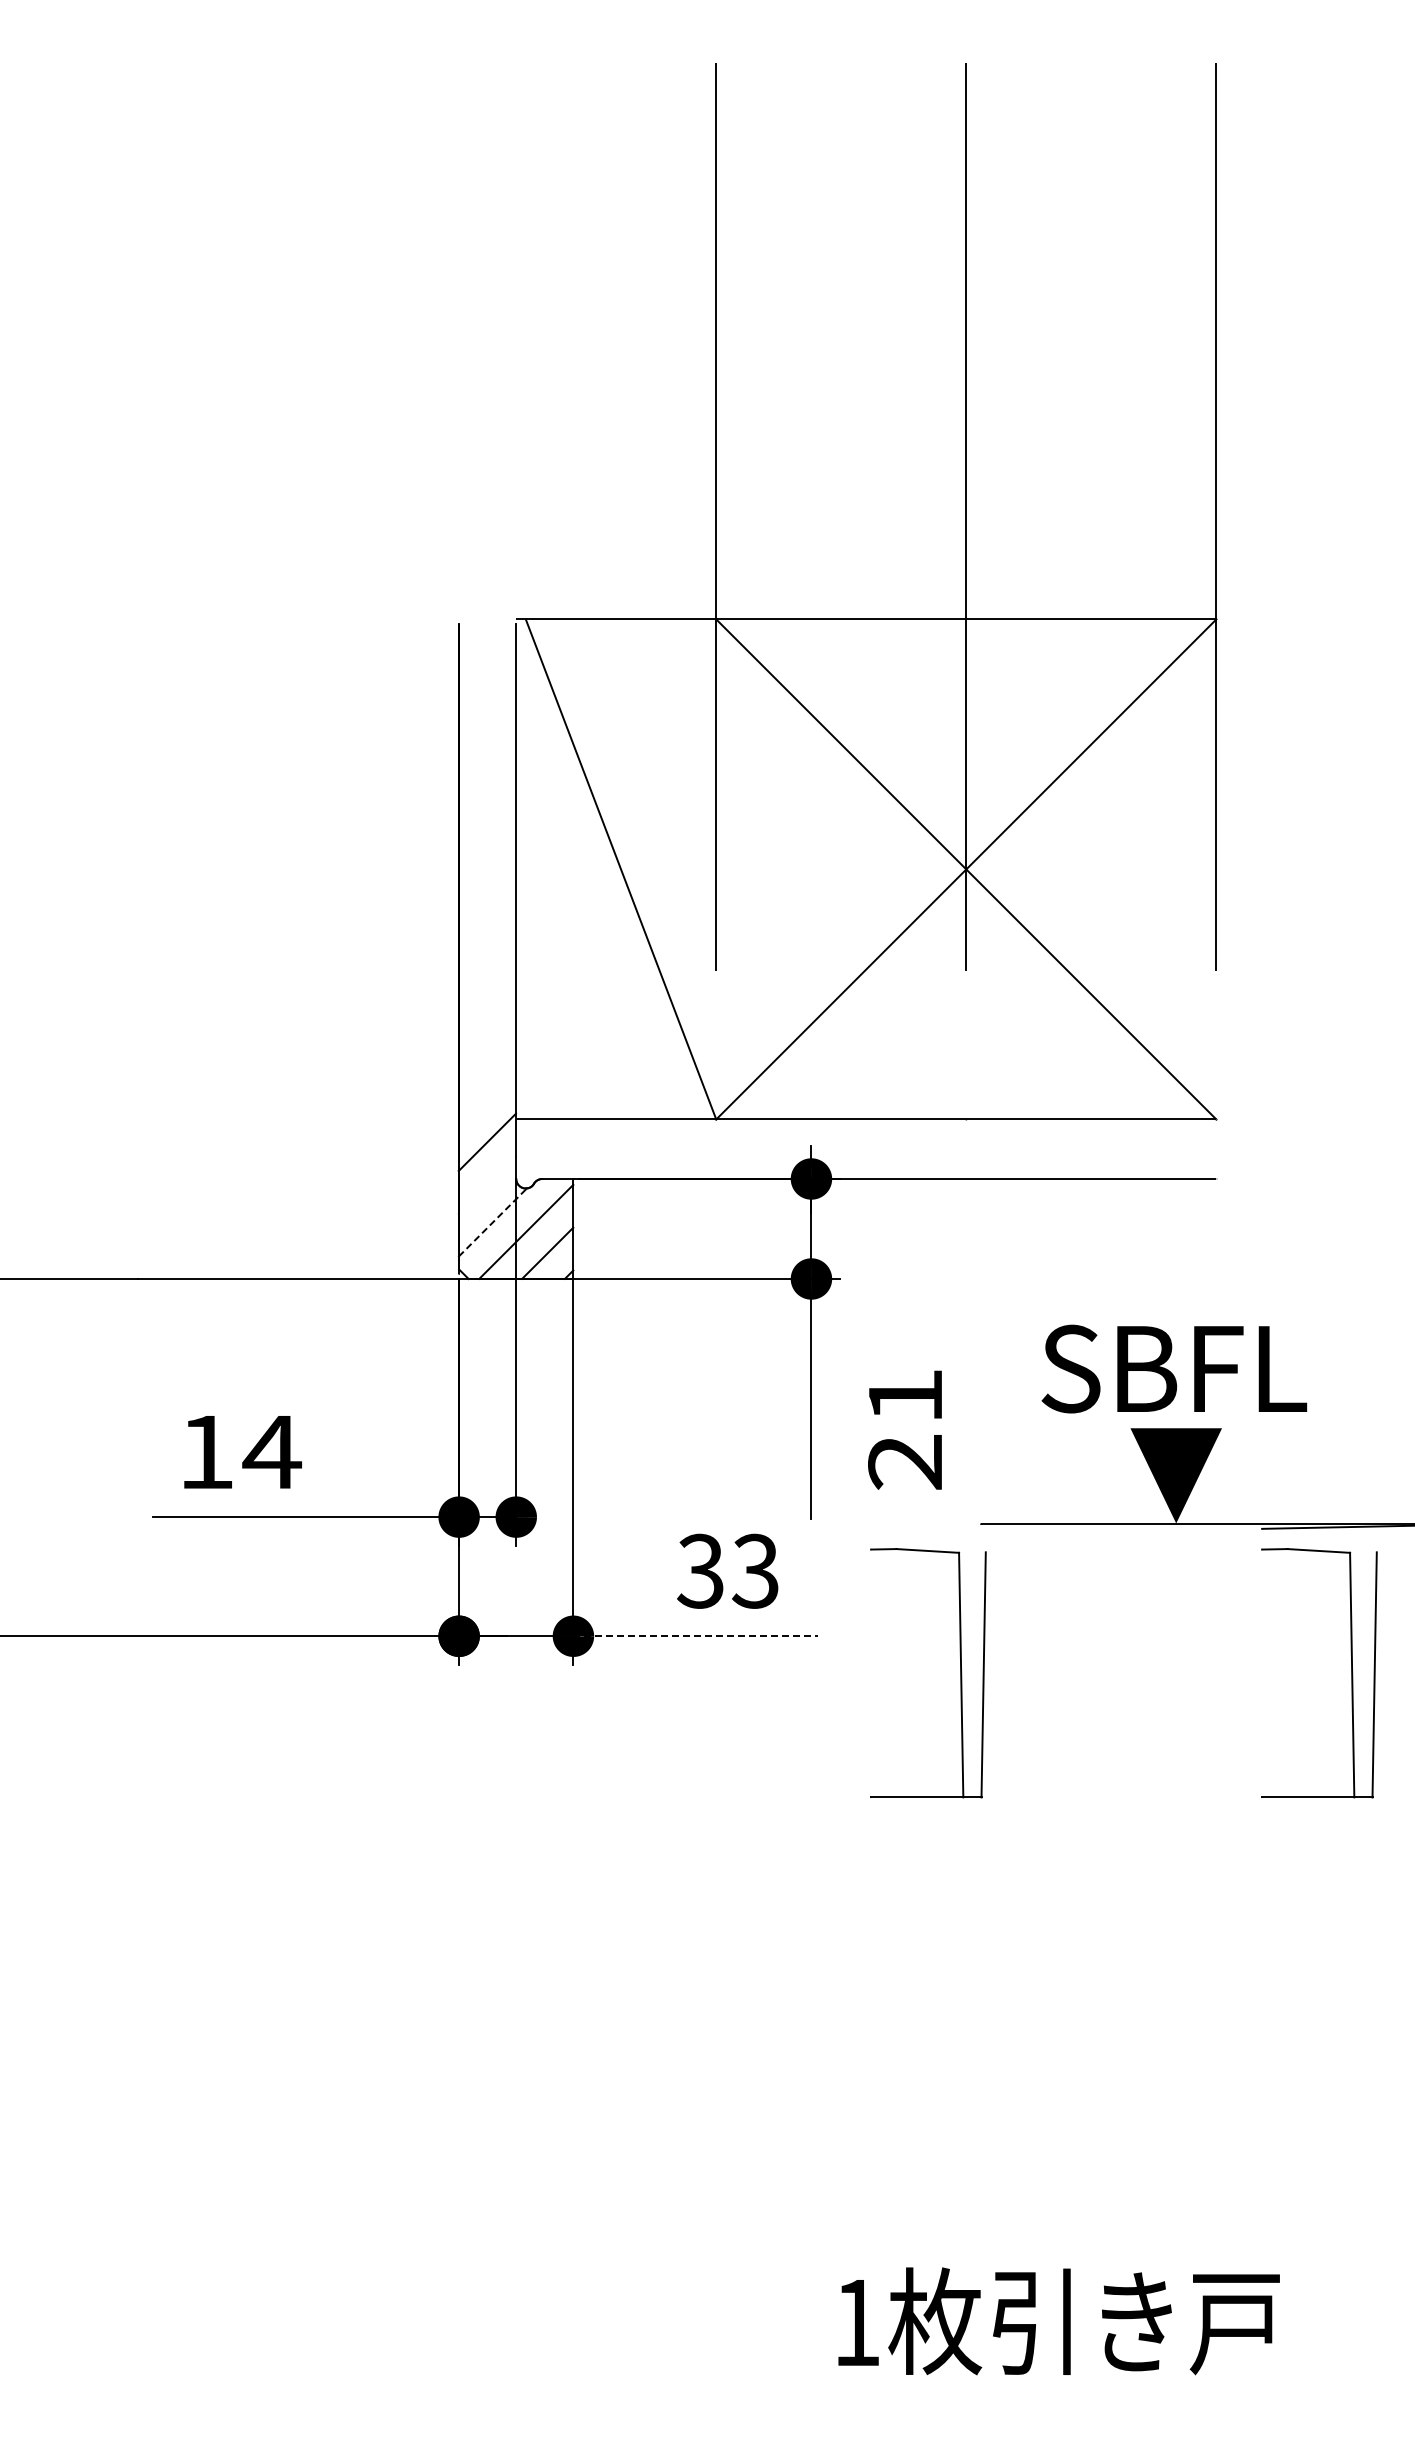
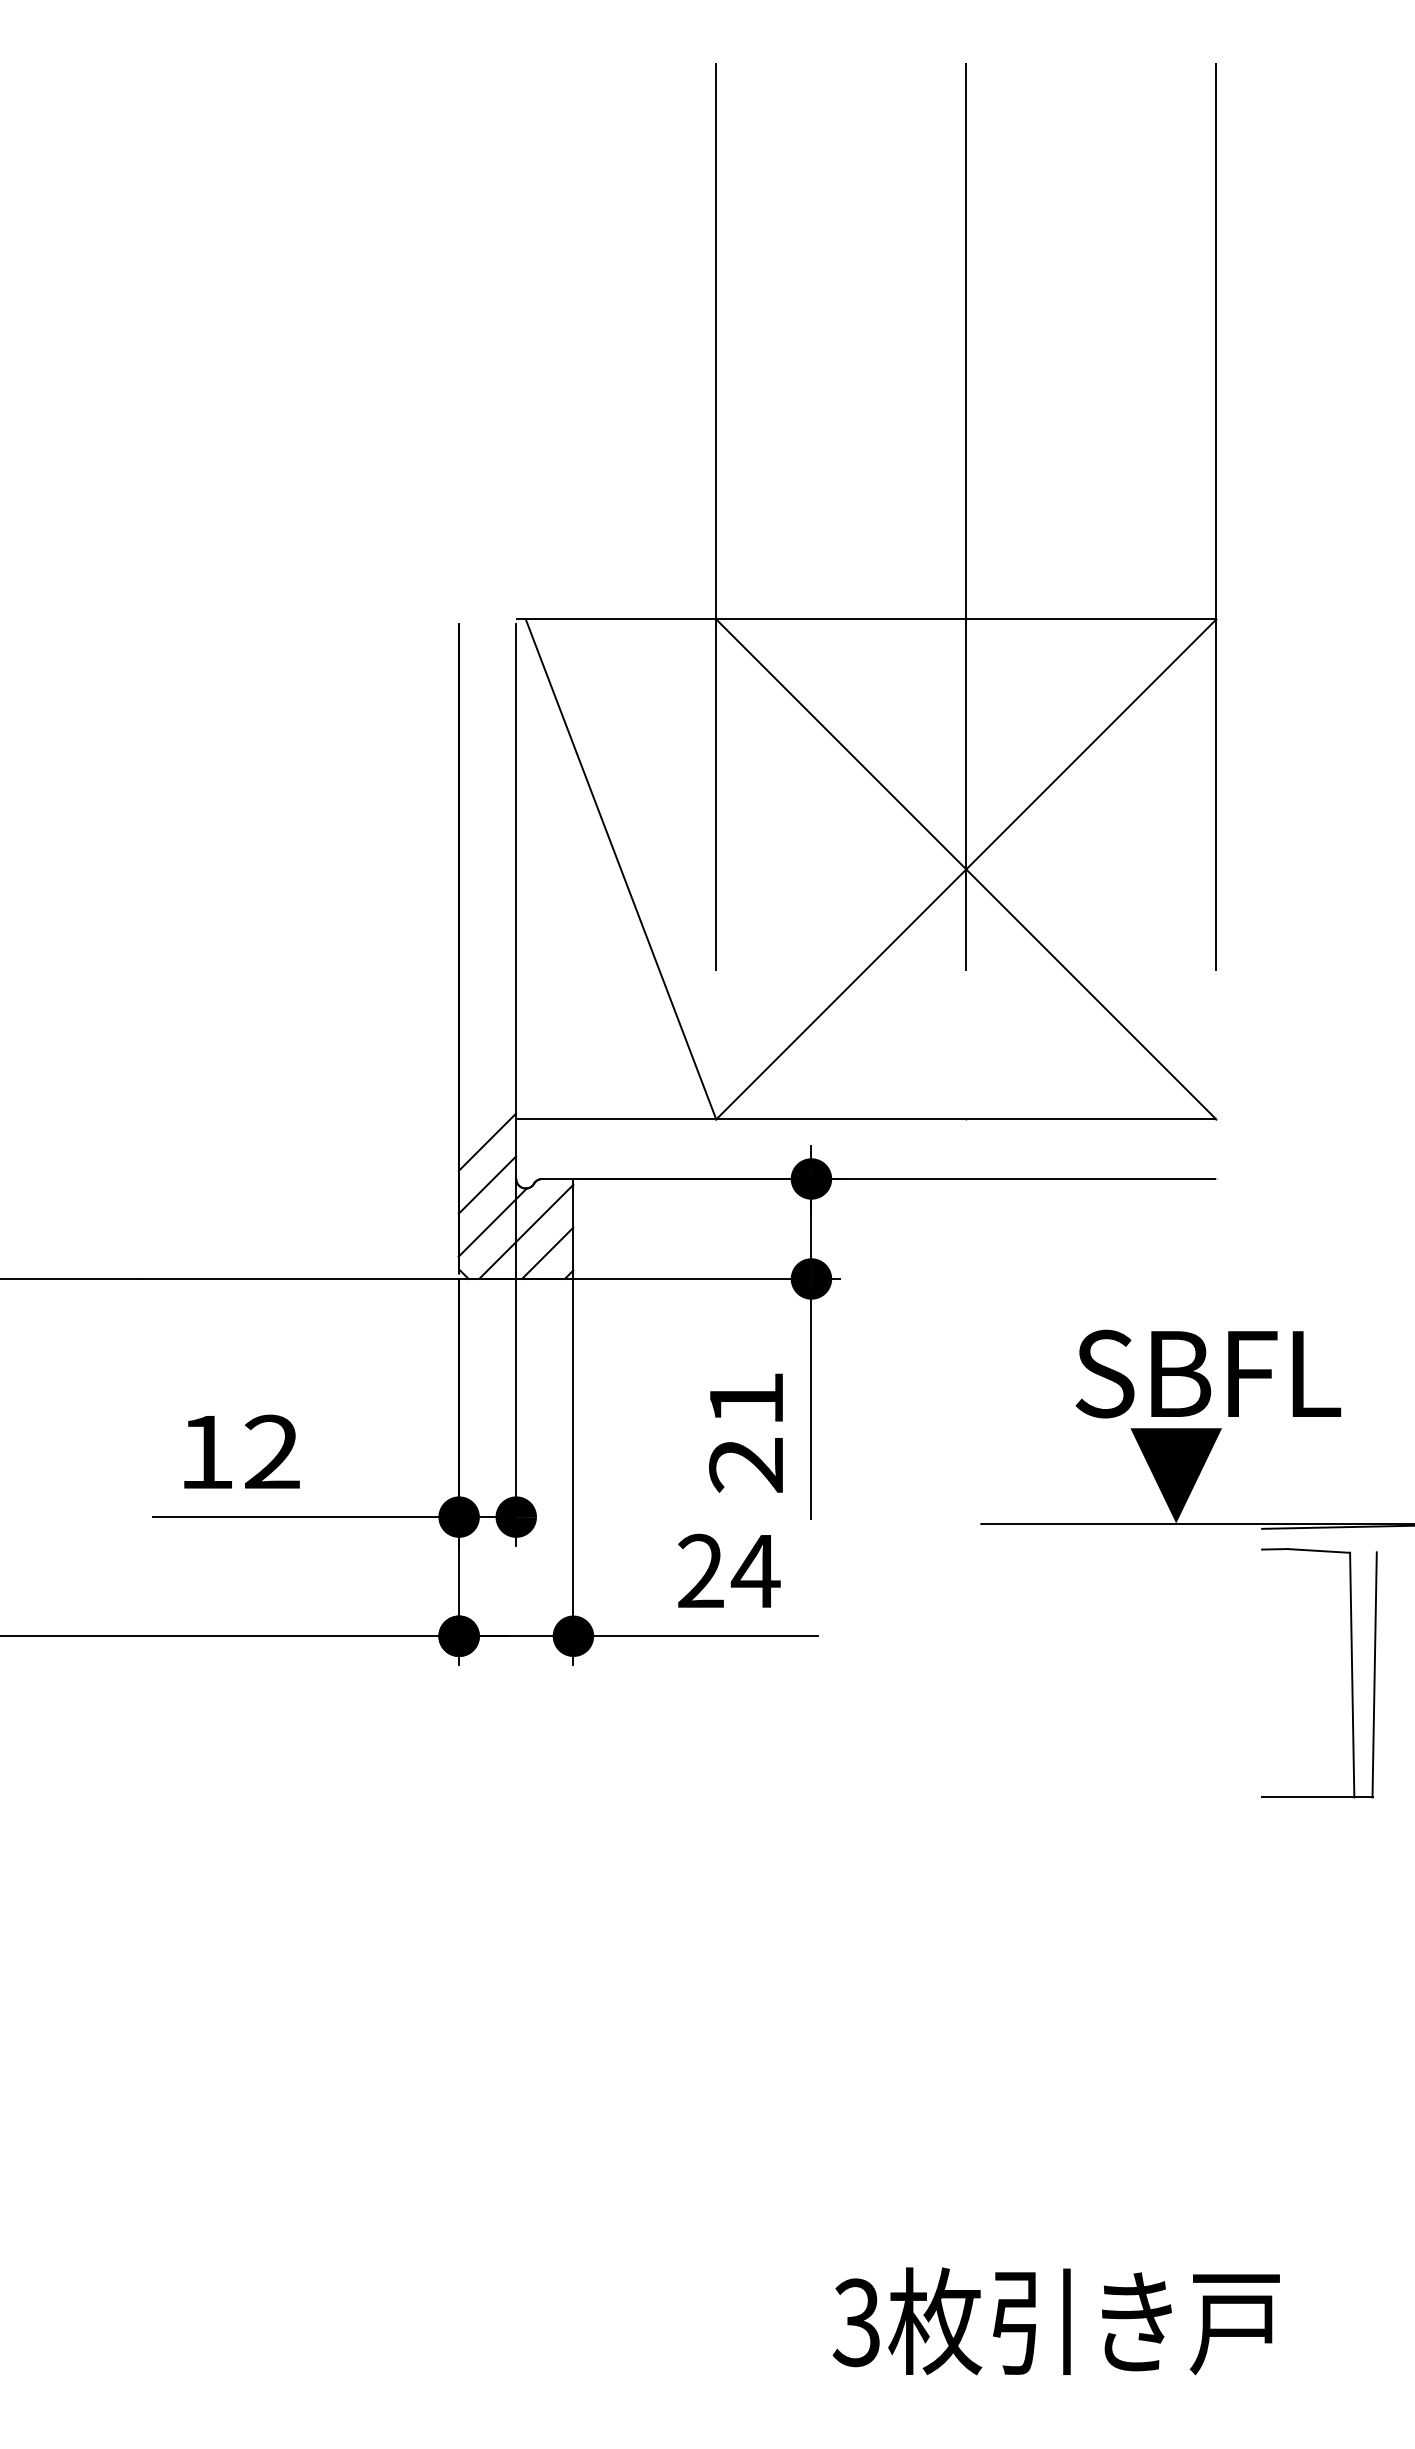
line at (486, 1184): none -> present
line at (493, 1222): dashed -> solid
text at (1174, 1368) position: (1174, 1368) -> (1208, 1373)
text at (904, 1429) position: (904, 1429) -> (745, 1432)
text at (272, 1451): 14 -> 12
text at (728, 1570): 33 -> 24
line at (696, 1636): dashed -> solid
part at (960, 1673): present -> none
text at (855, 2322): 1 -> 3
